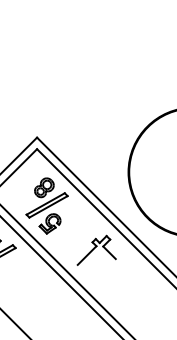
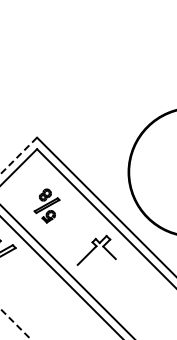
line at (18, 156): solid -> dashed
part at (46, 205) size: 44x58 px -> 28x36 px
line at (15, 324): solid -> dashed
